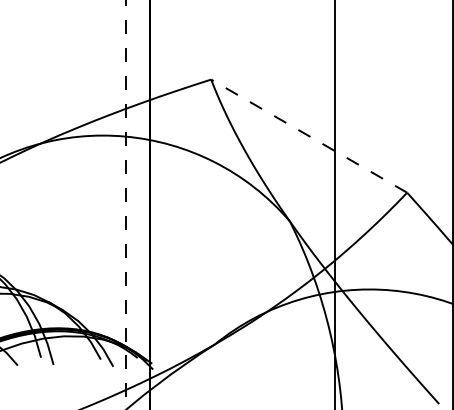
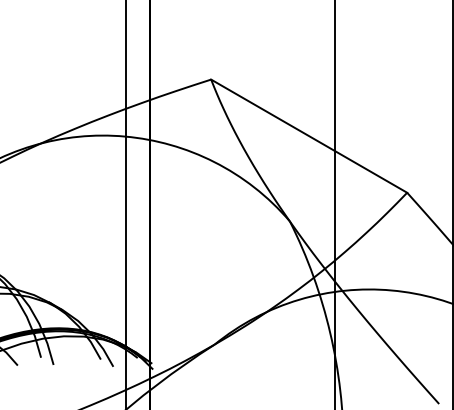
line at (308, 135): dashed -> solid
line at (125, 204): dashed -> solid
